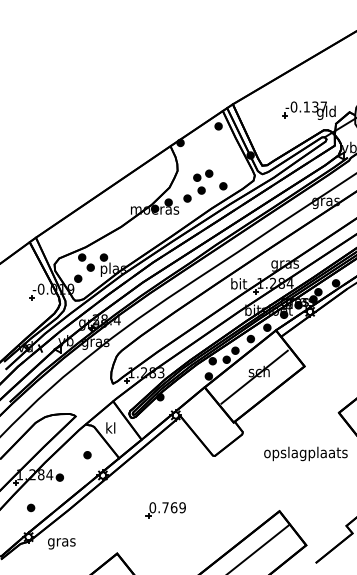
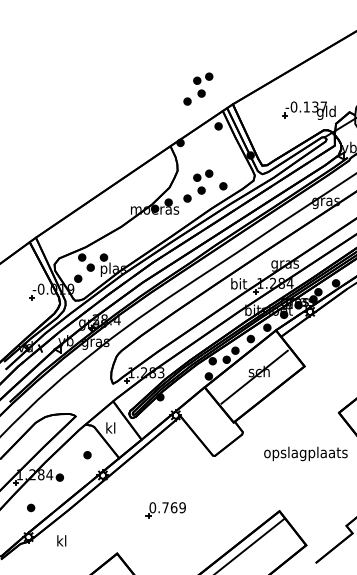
part at (198, 88): none -> present
text at (61, 542): gras -> kl
line at (259, 547) position: (259, 547) -> (250, 544)
